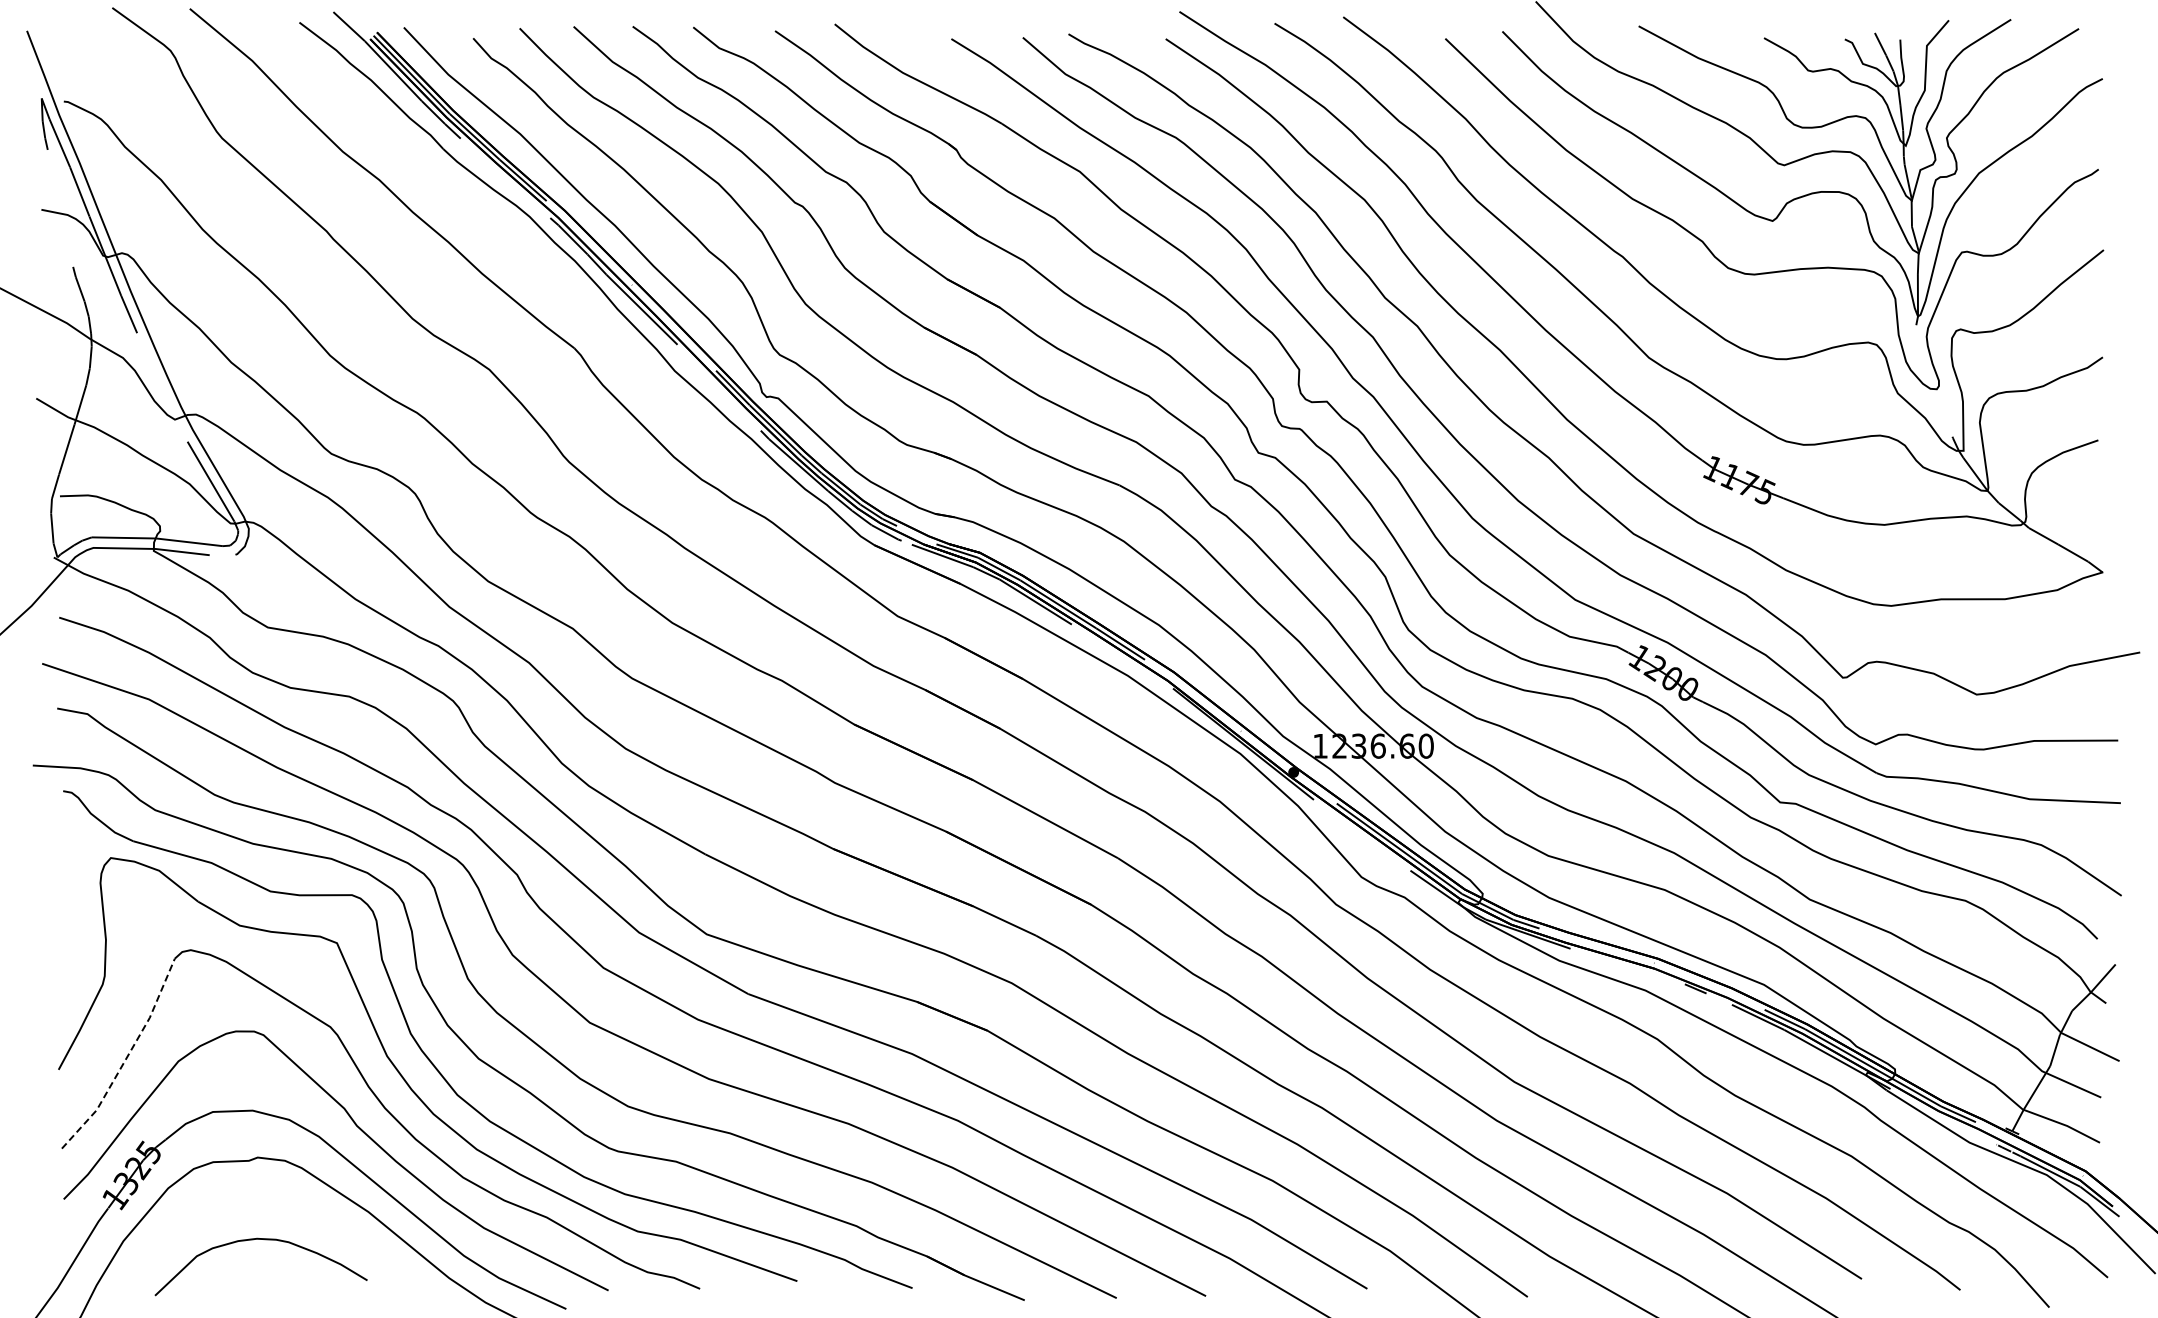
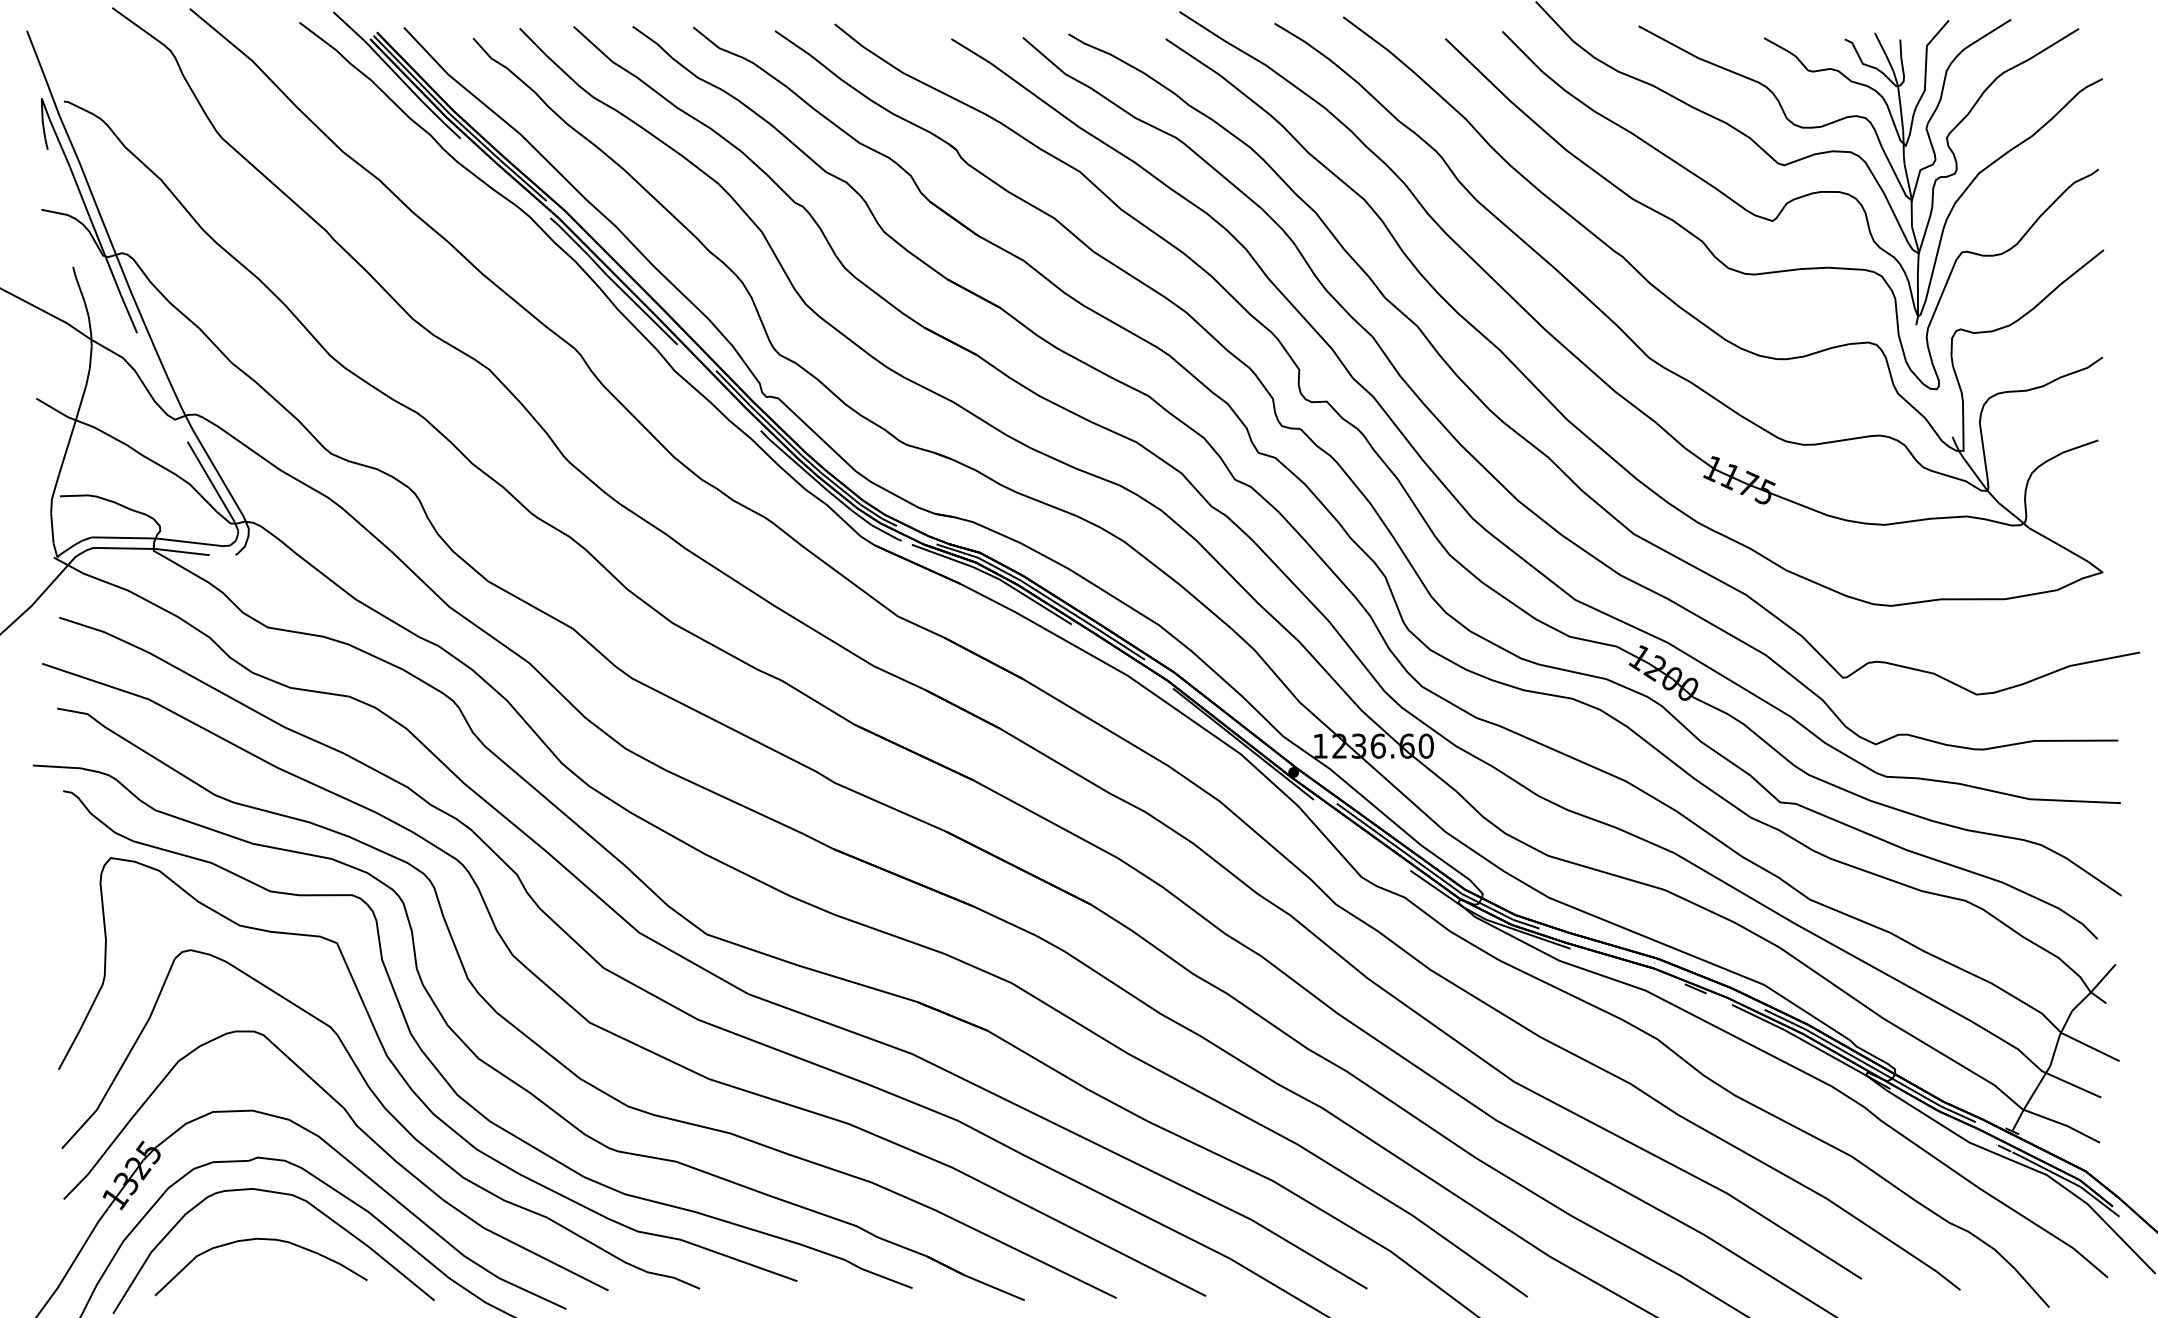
line at (126, 1058): dashed -> solid
curve at (280, 1194): none -> present
